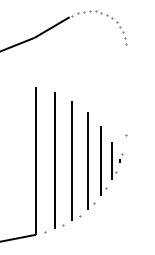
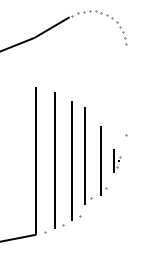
part at (91, 160) position: (91, 160) -> (88, 155)
part at (117, 160) size: 13x38 px -> 9x24 px
